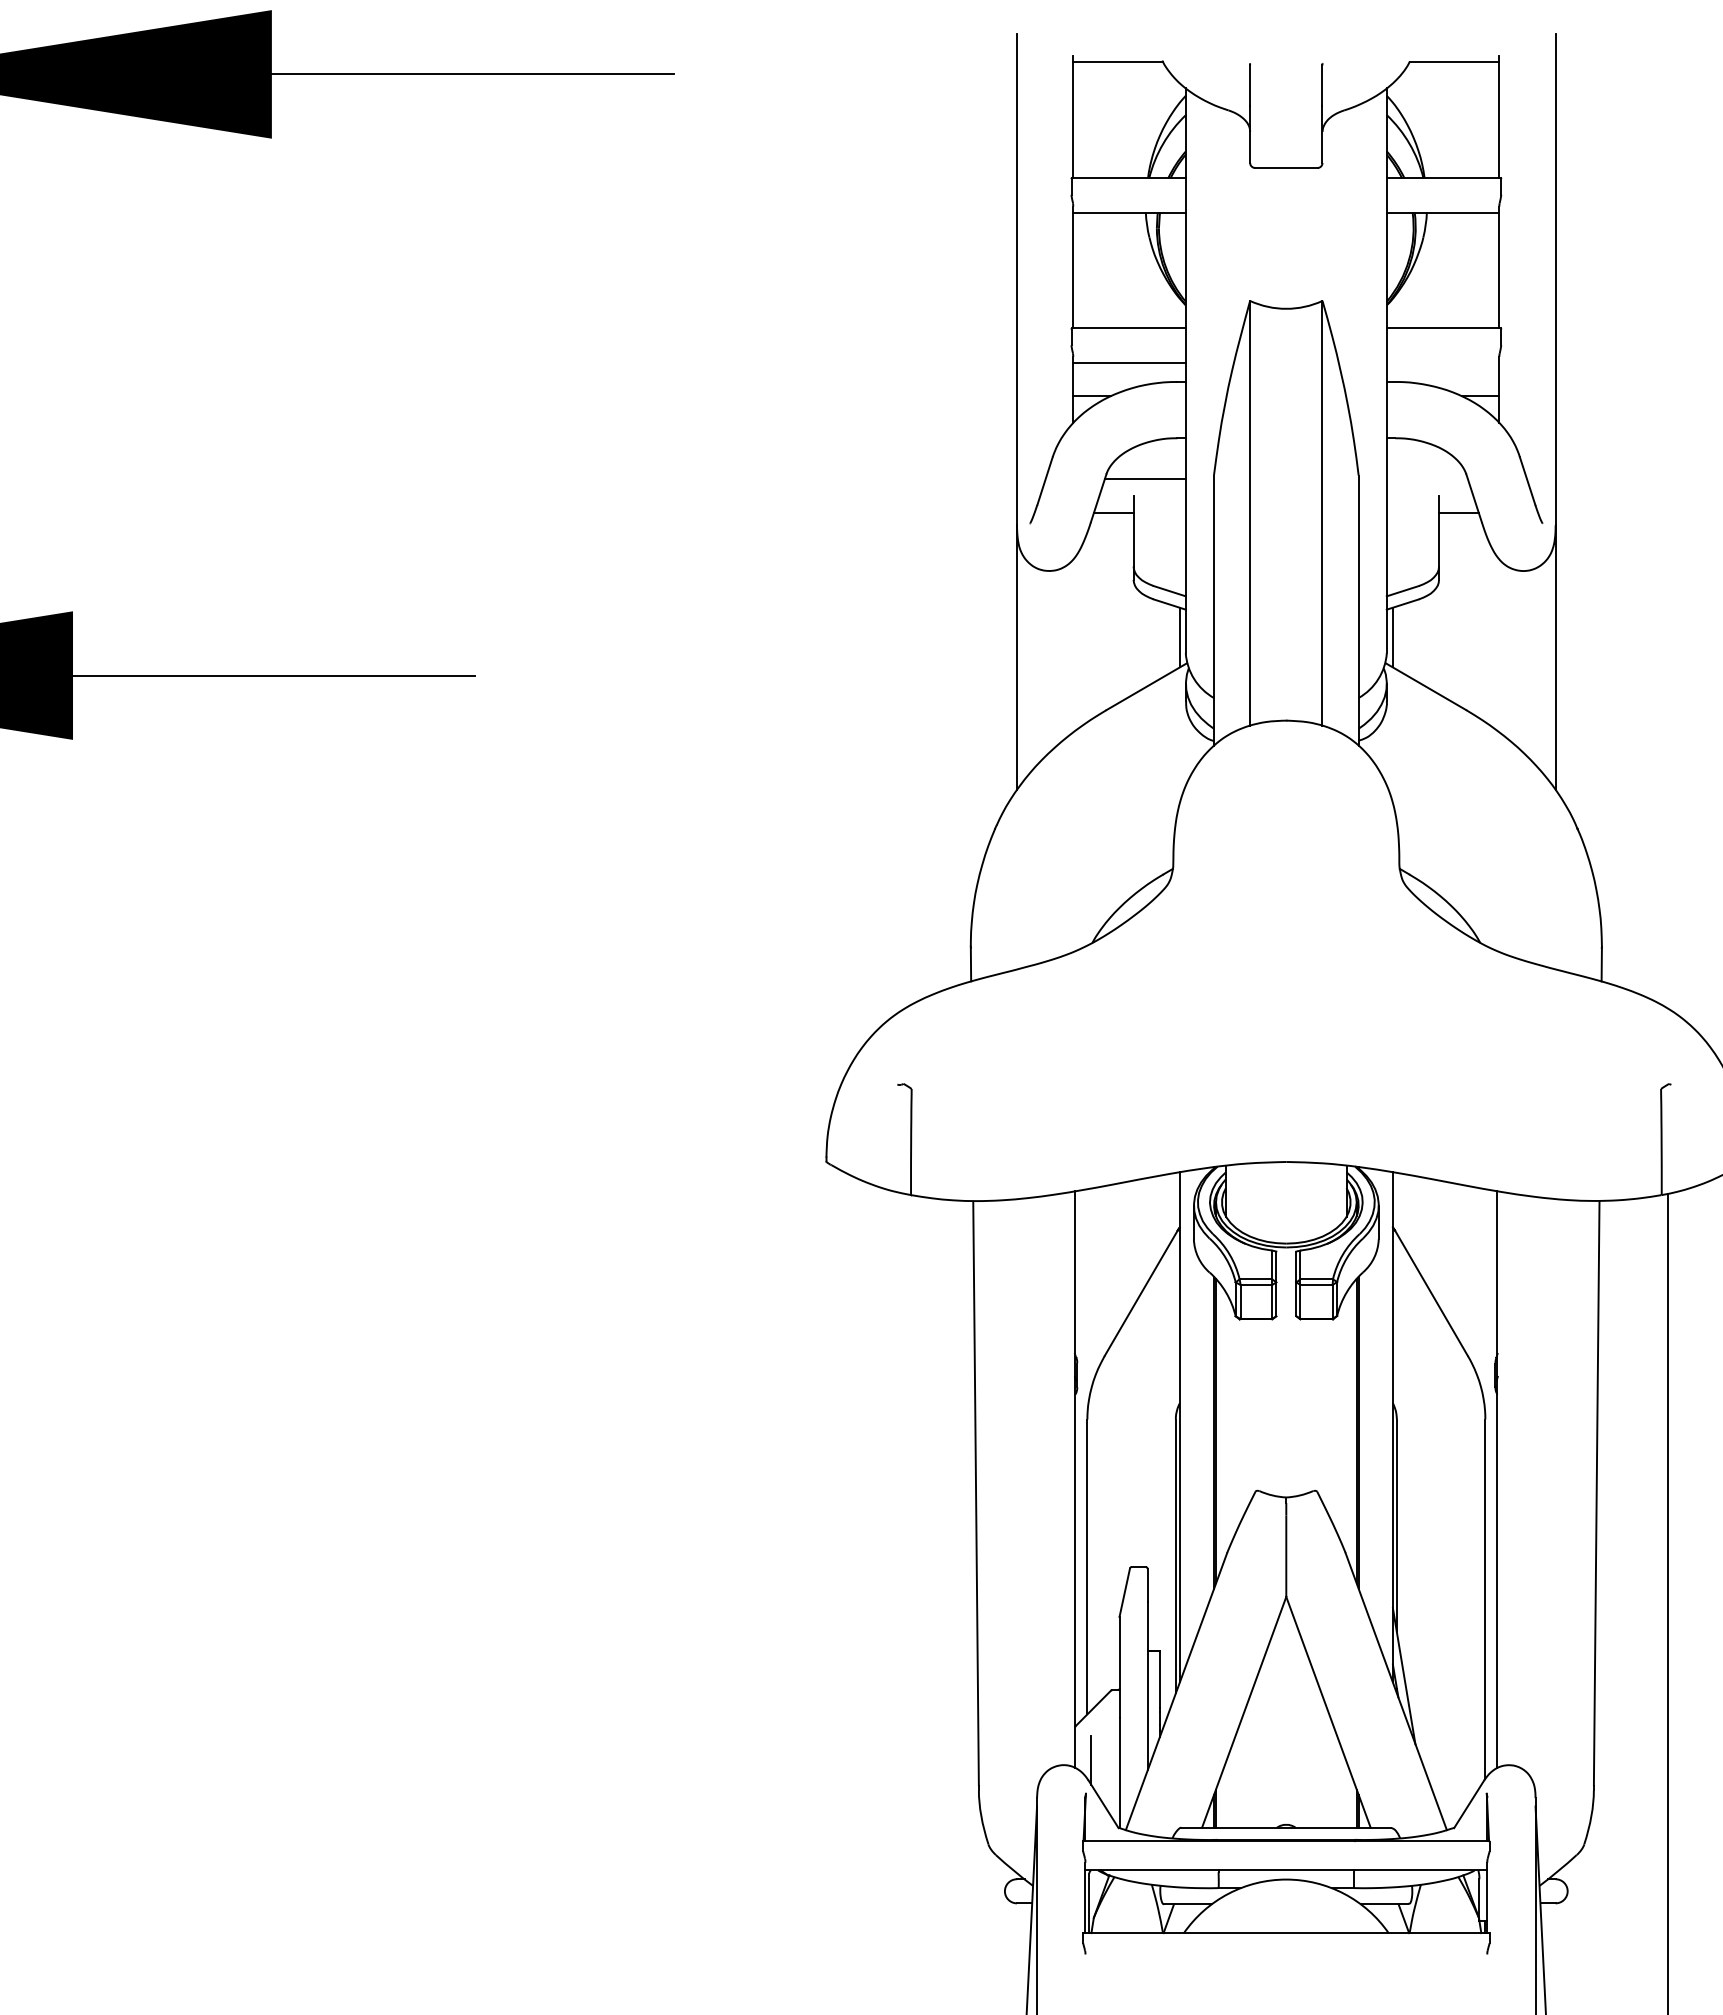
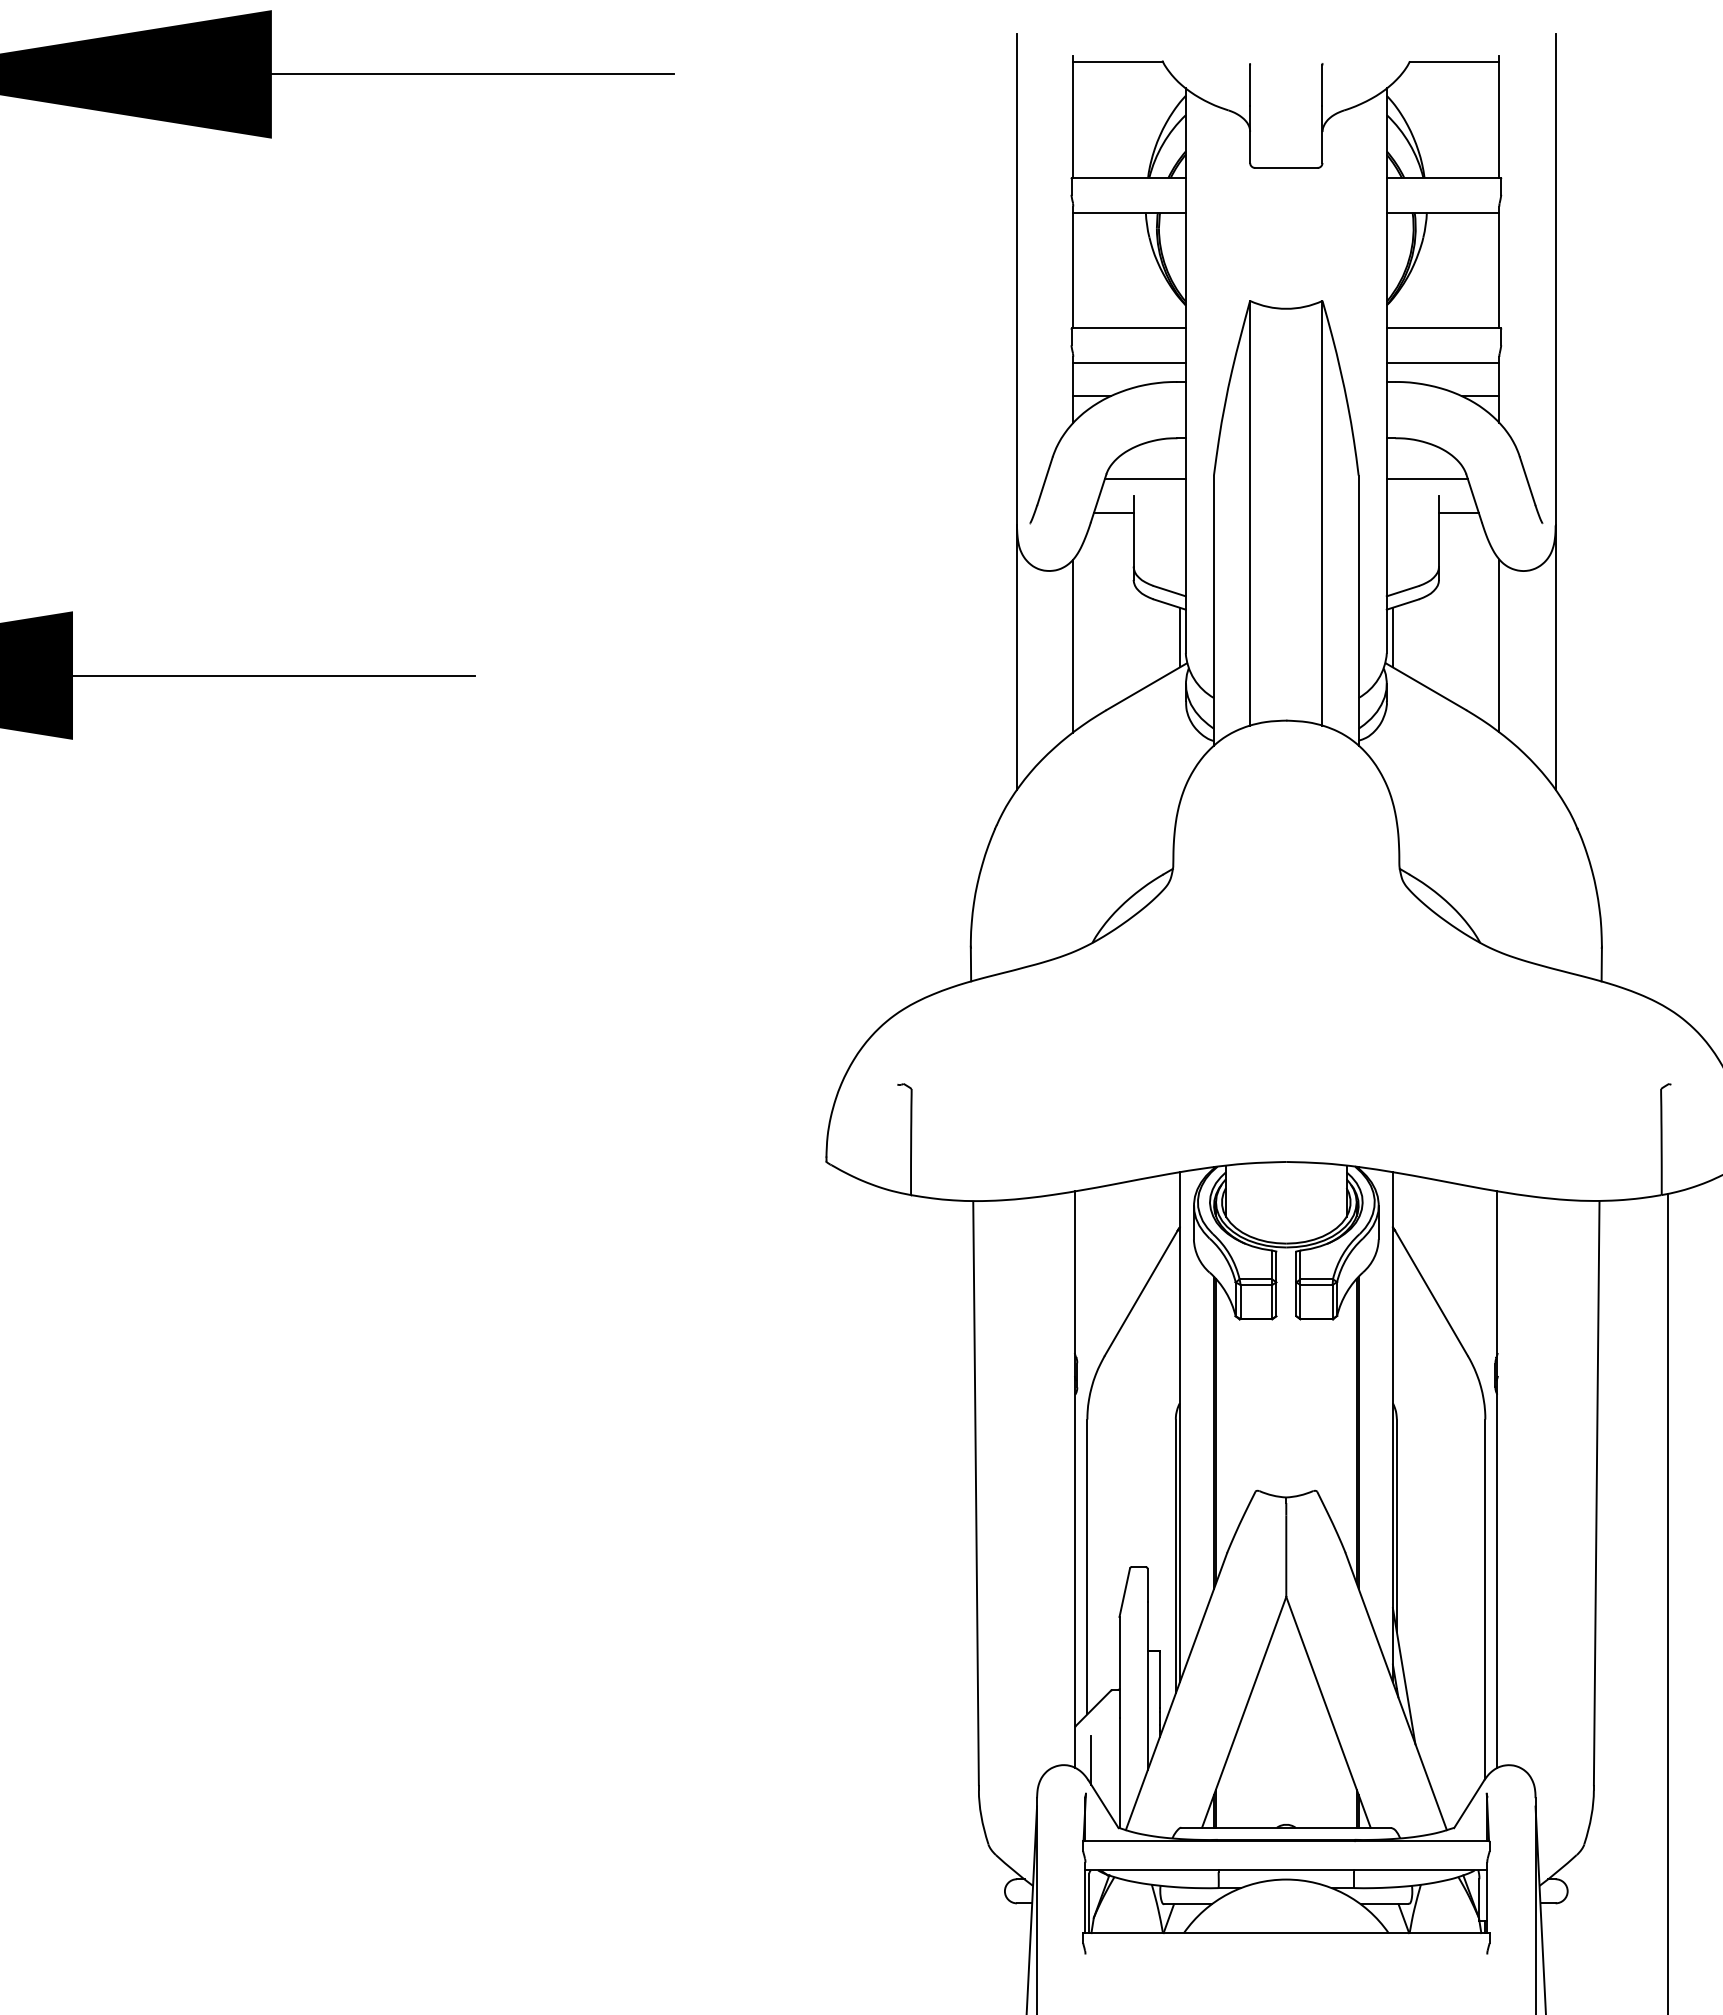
line at (1442, 363): none -> present
line at (1426, 478): none -> present
line at (1073, 645): none -> present
line at (1499, 645): none -> present
